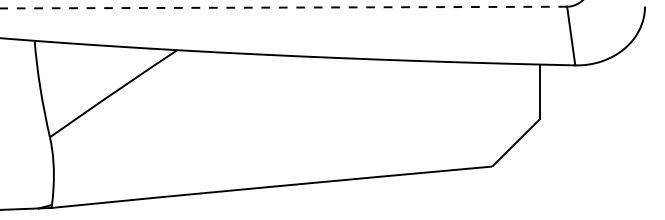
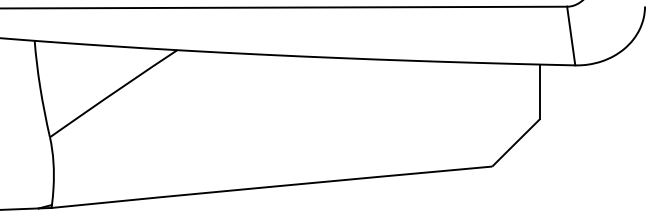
line at (283, 7): dashed -> solid
